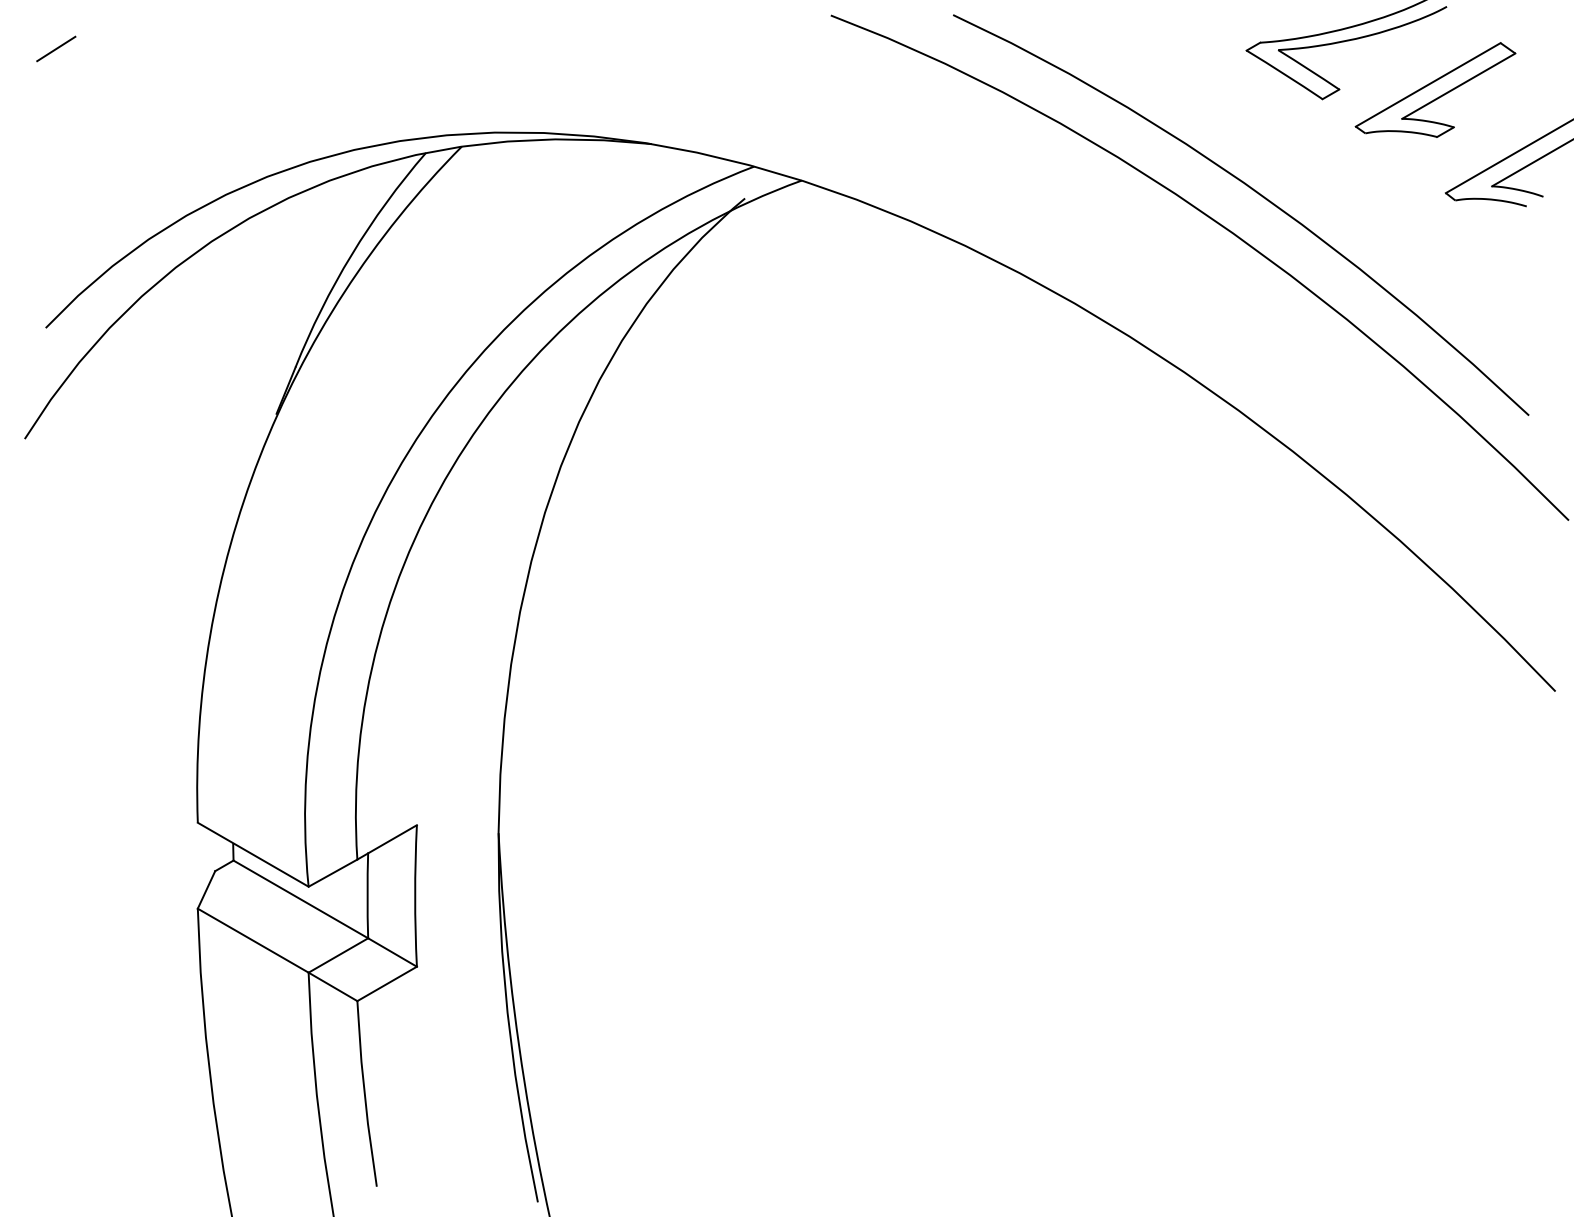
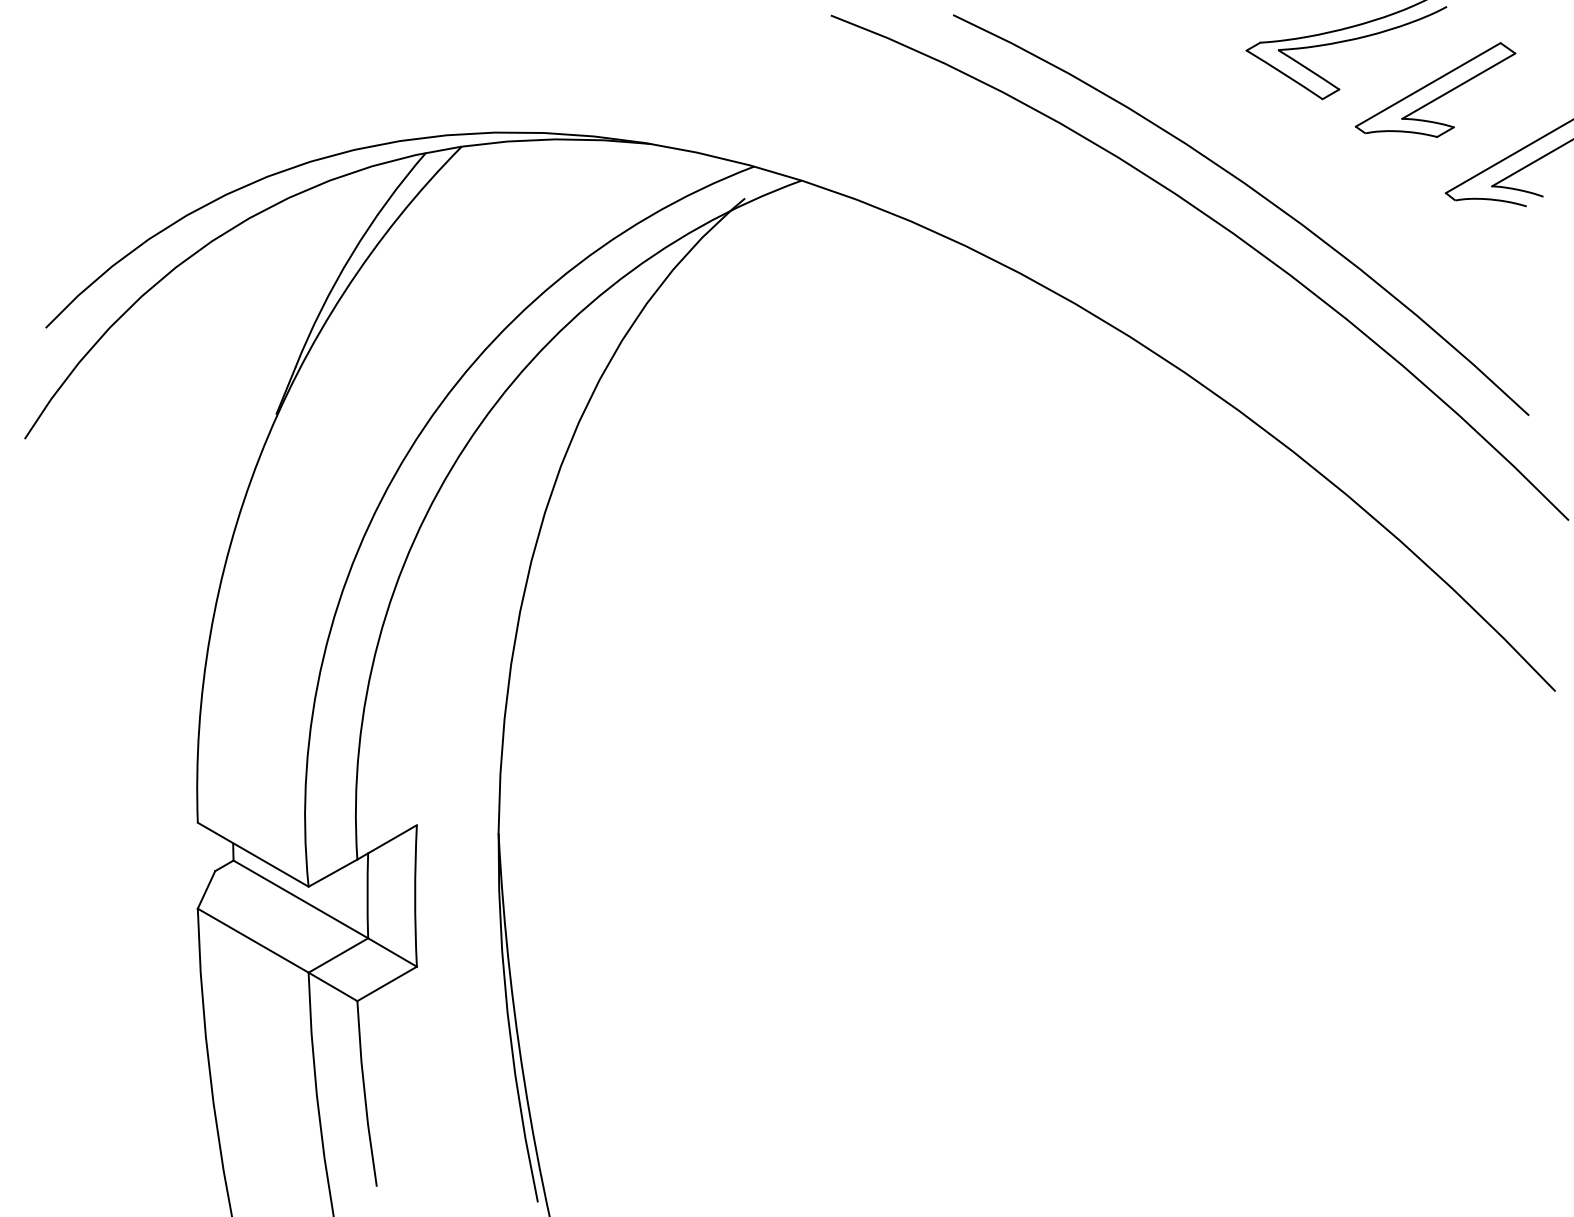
line at (56, 48): present -> none
